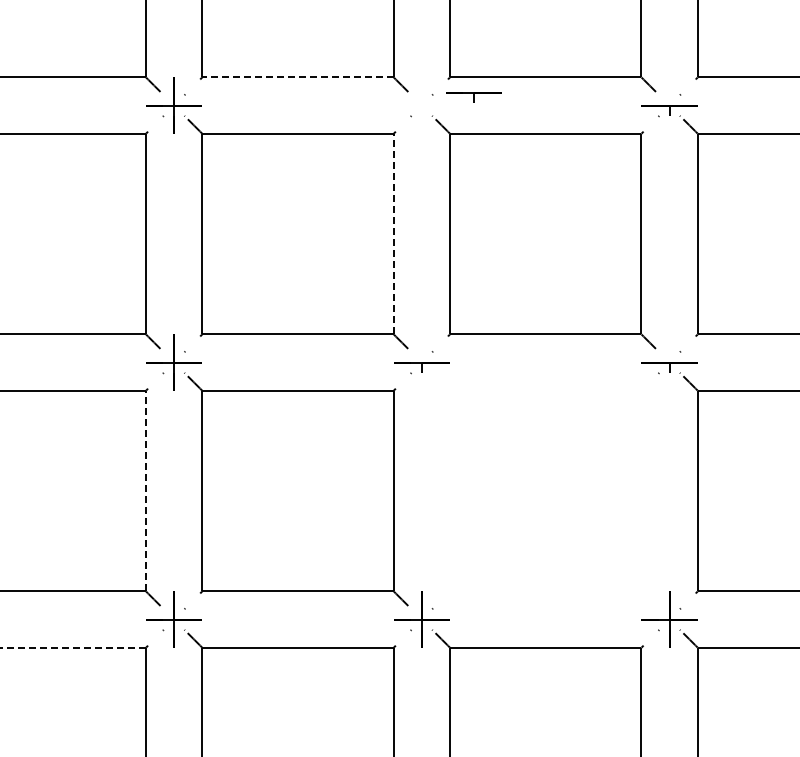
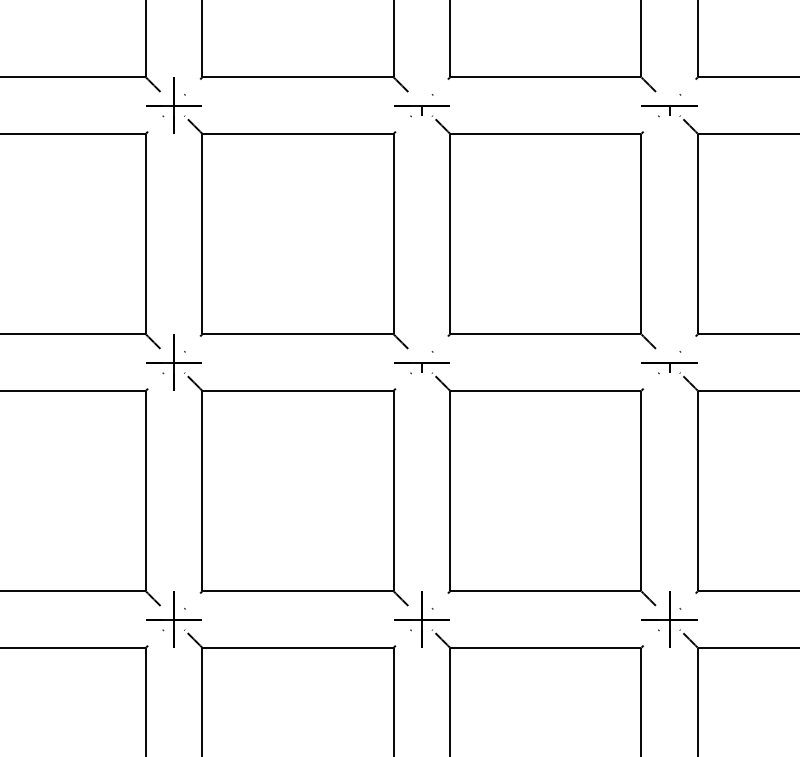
line at (298, 77): dashed -> solid
part at (473, 97) position: (473, 97) -> (421, 110)
line at (393, 233): dashed -> solid
part at (543, 489): none -> present
line at (145, 490): dashed -> solid
line at (73, 647): dashed -> solid
